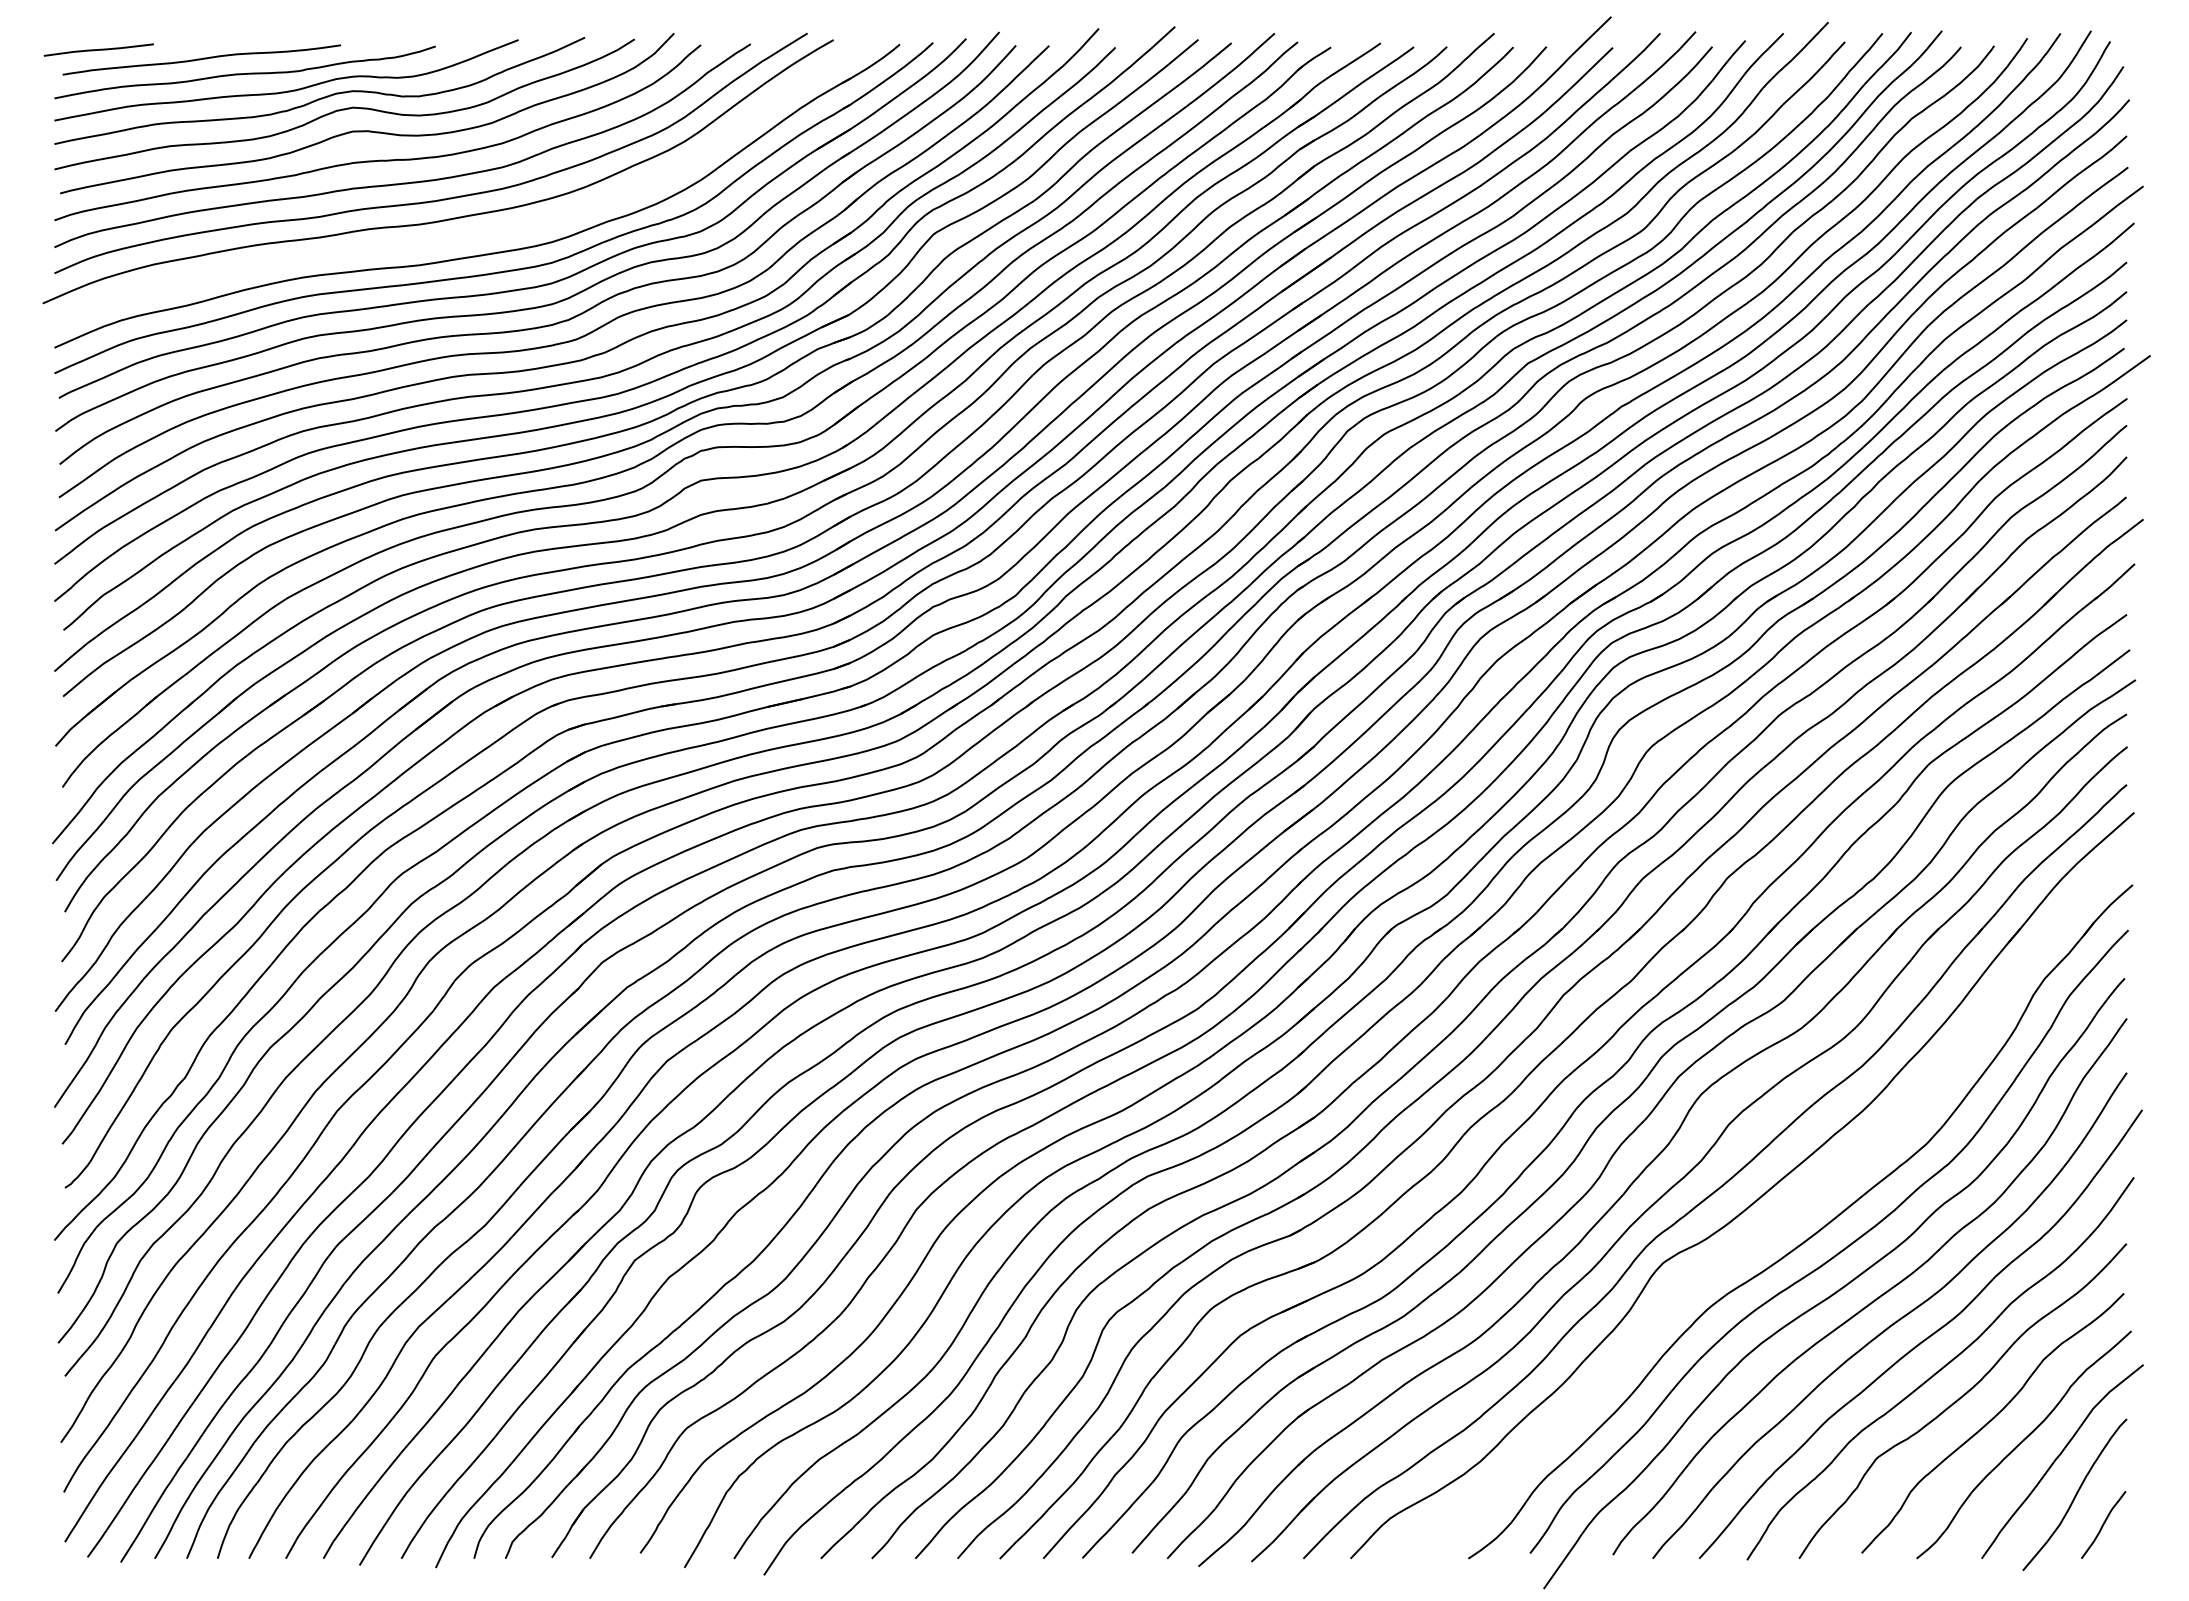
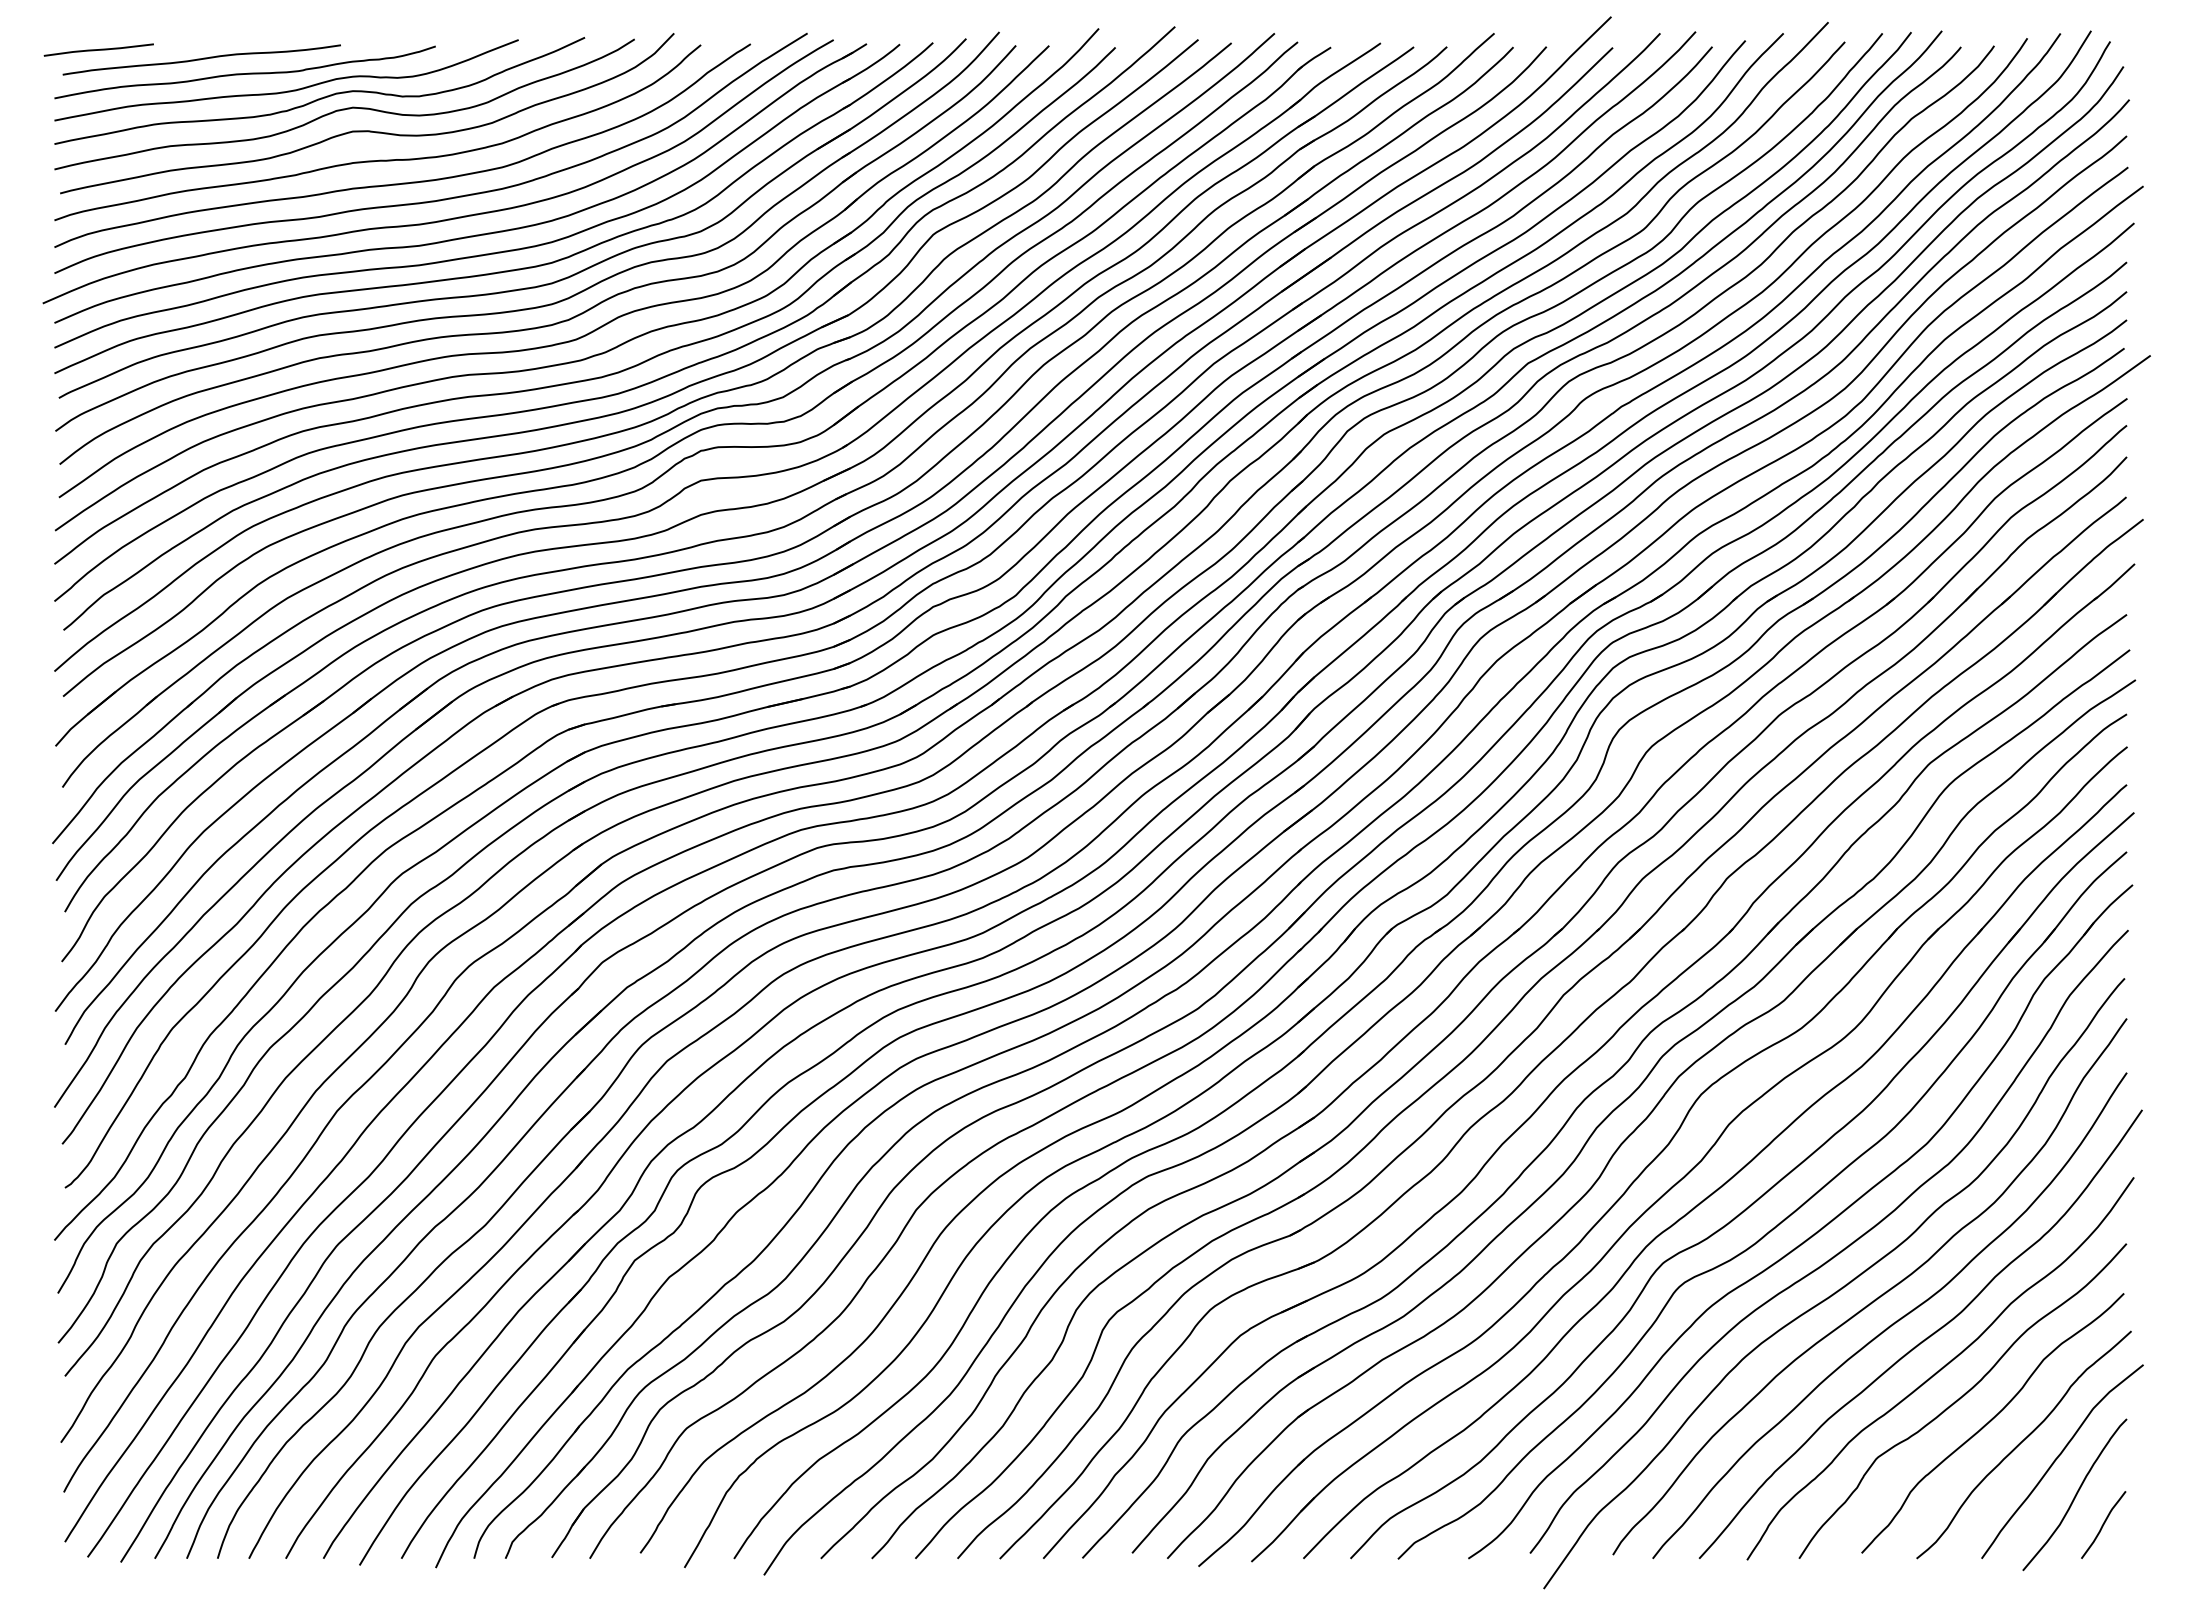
part at (470, 235): none -> present
part at (1779, 1222): none -> present
